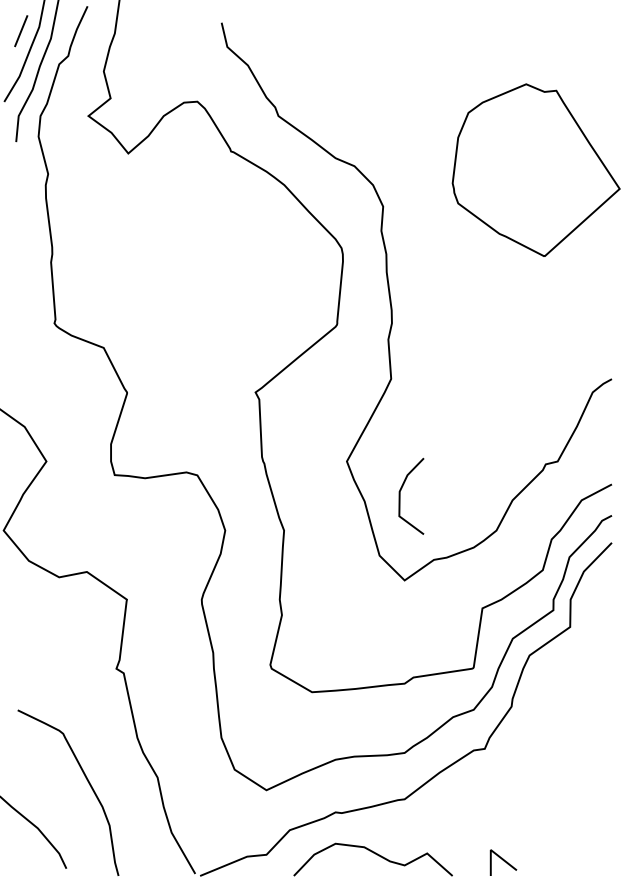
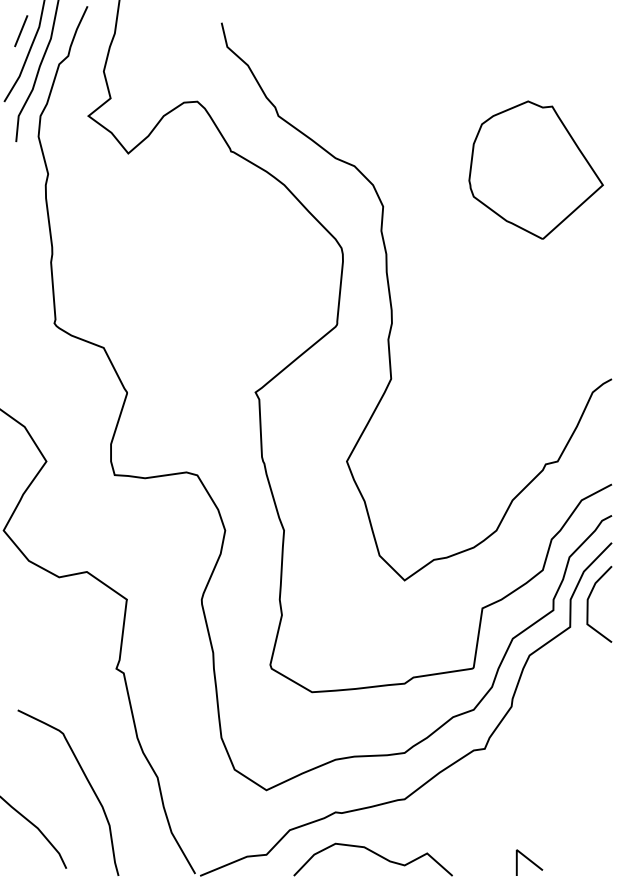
part at (535, 169) size: 170x174 px -> 136x140 px
line at (400, 495) position: (400, 495) -> (588, 603)
line at (503, 861) position: (503, 861) -> (529, 861)
